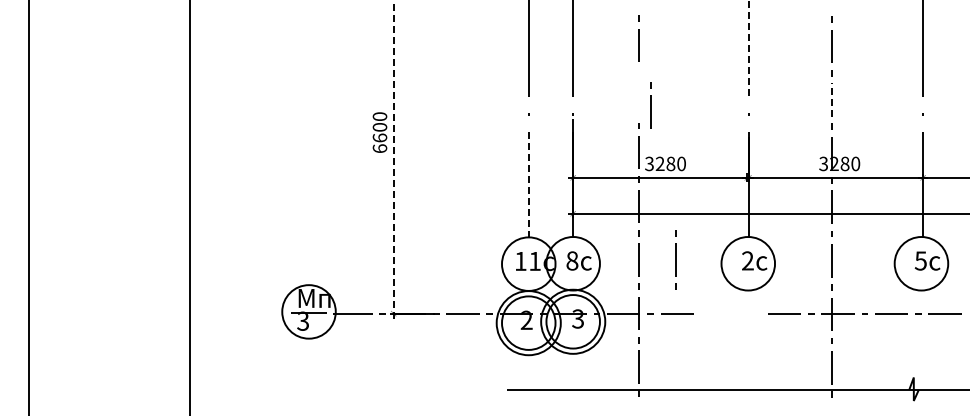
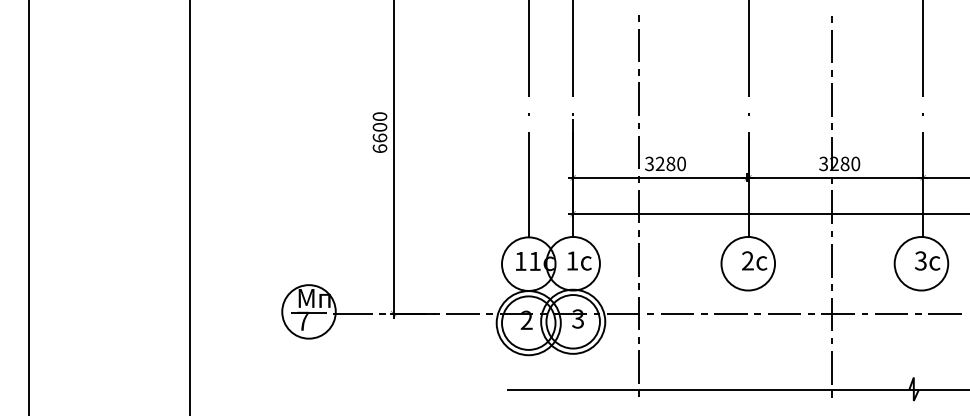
line at (748, 49): dashed -> solid
line at (832, 99): dashed -> solid
line at (650, 105) position: (650, 105) -> (638, 92)
line at (393, 159): dashed -> solid
line at (528, 184): dashed -> solid
line at (675, 259): present -> none
text at (572, 260): 8 -> 1
text at (920, 260): 5 -> 3
line at (730, 313): none -> present
text at (302, 320): 3 -> 7
